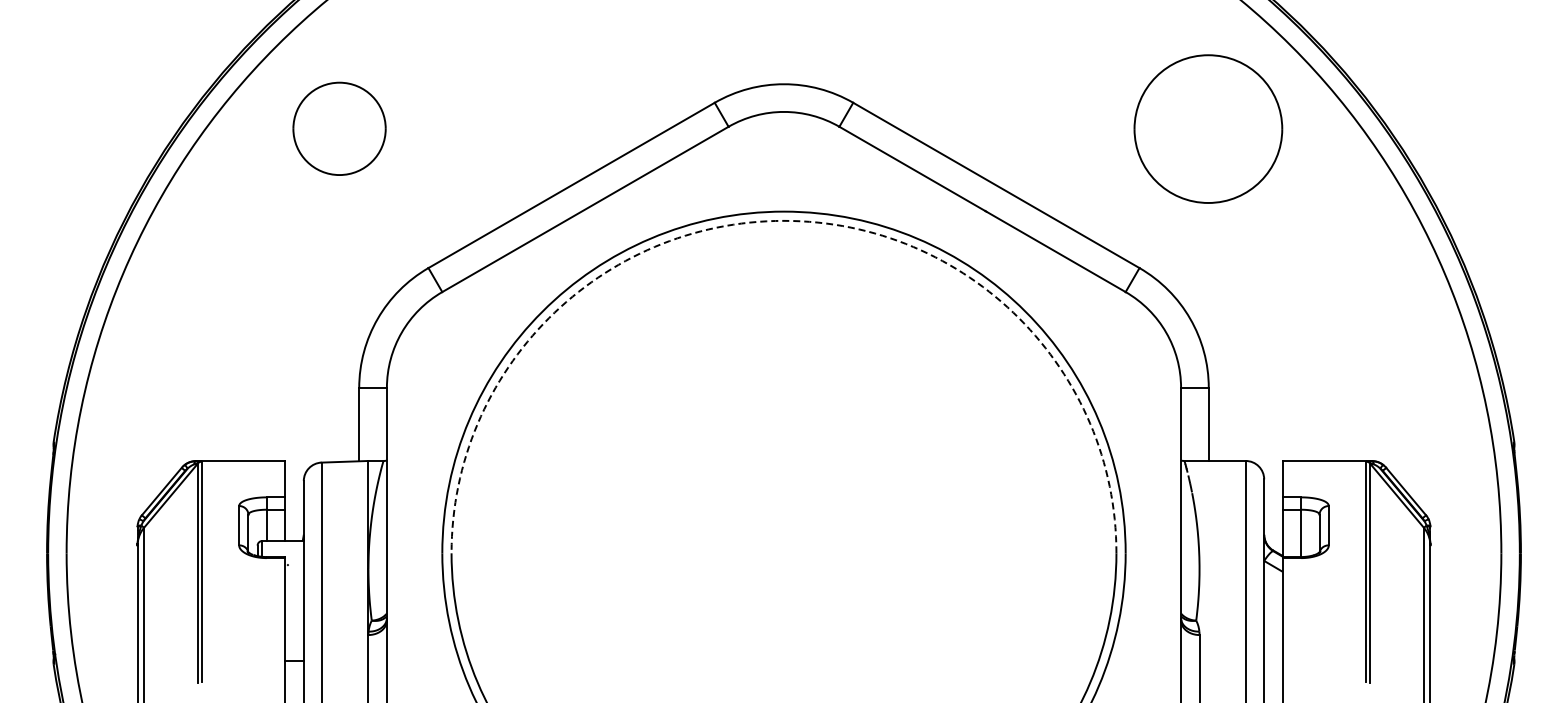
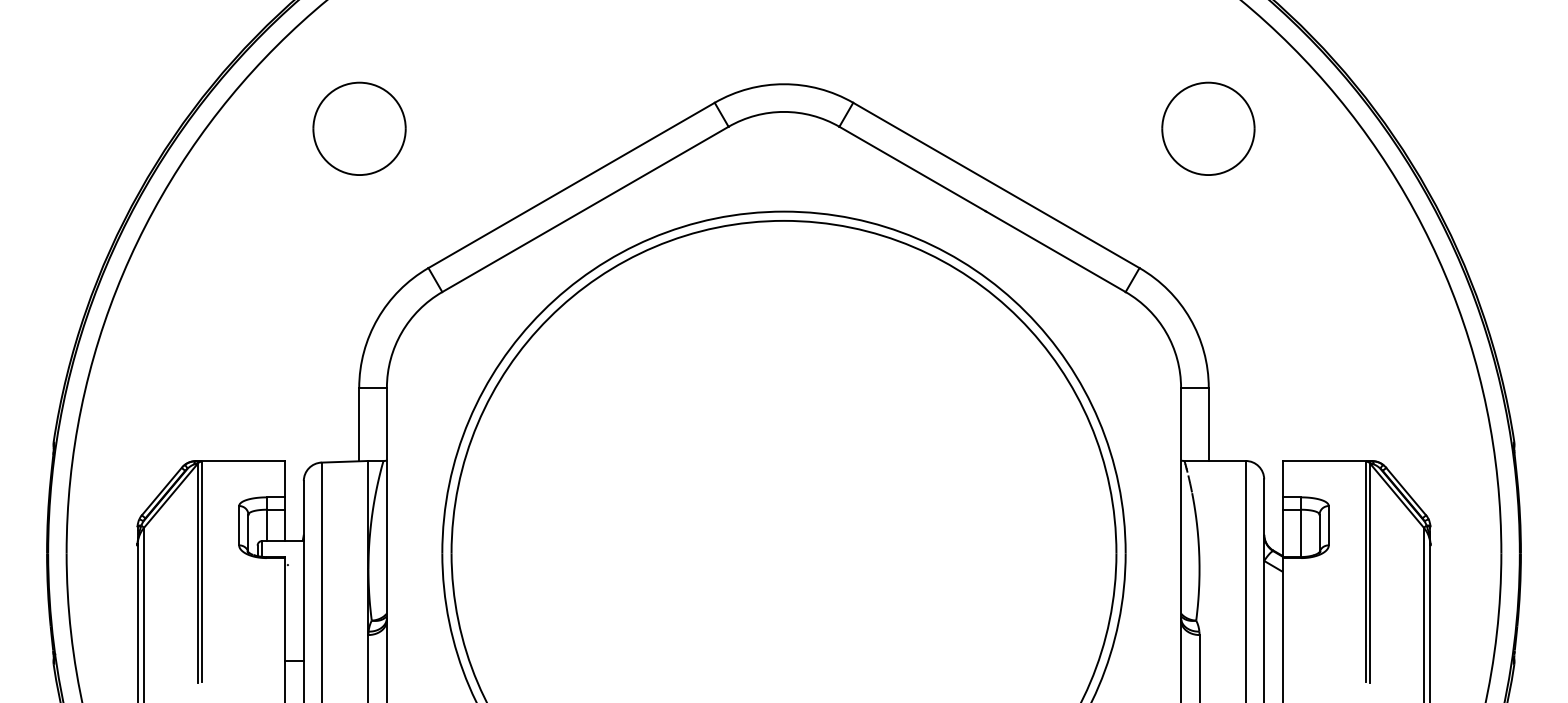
part at (339, 128) position: (339, 128) -> (359, 128)
part at (1208, 128) size: 151x150 px -> 95x95 px
arc at (784, 220): dashed -> solid
